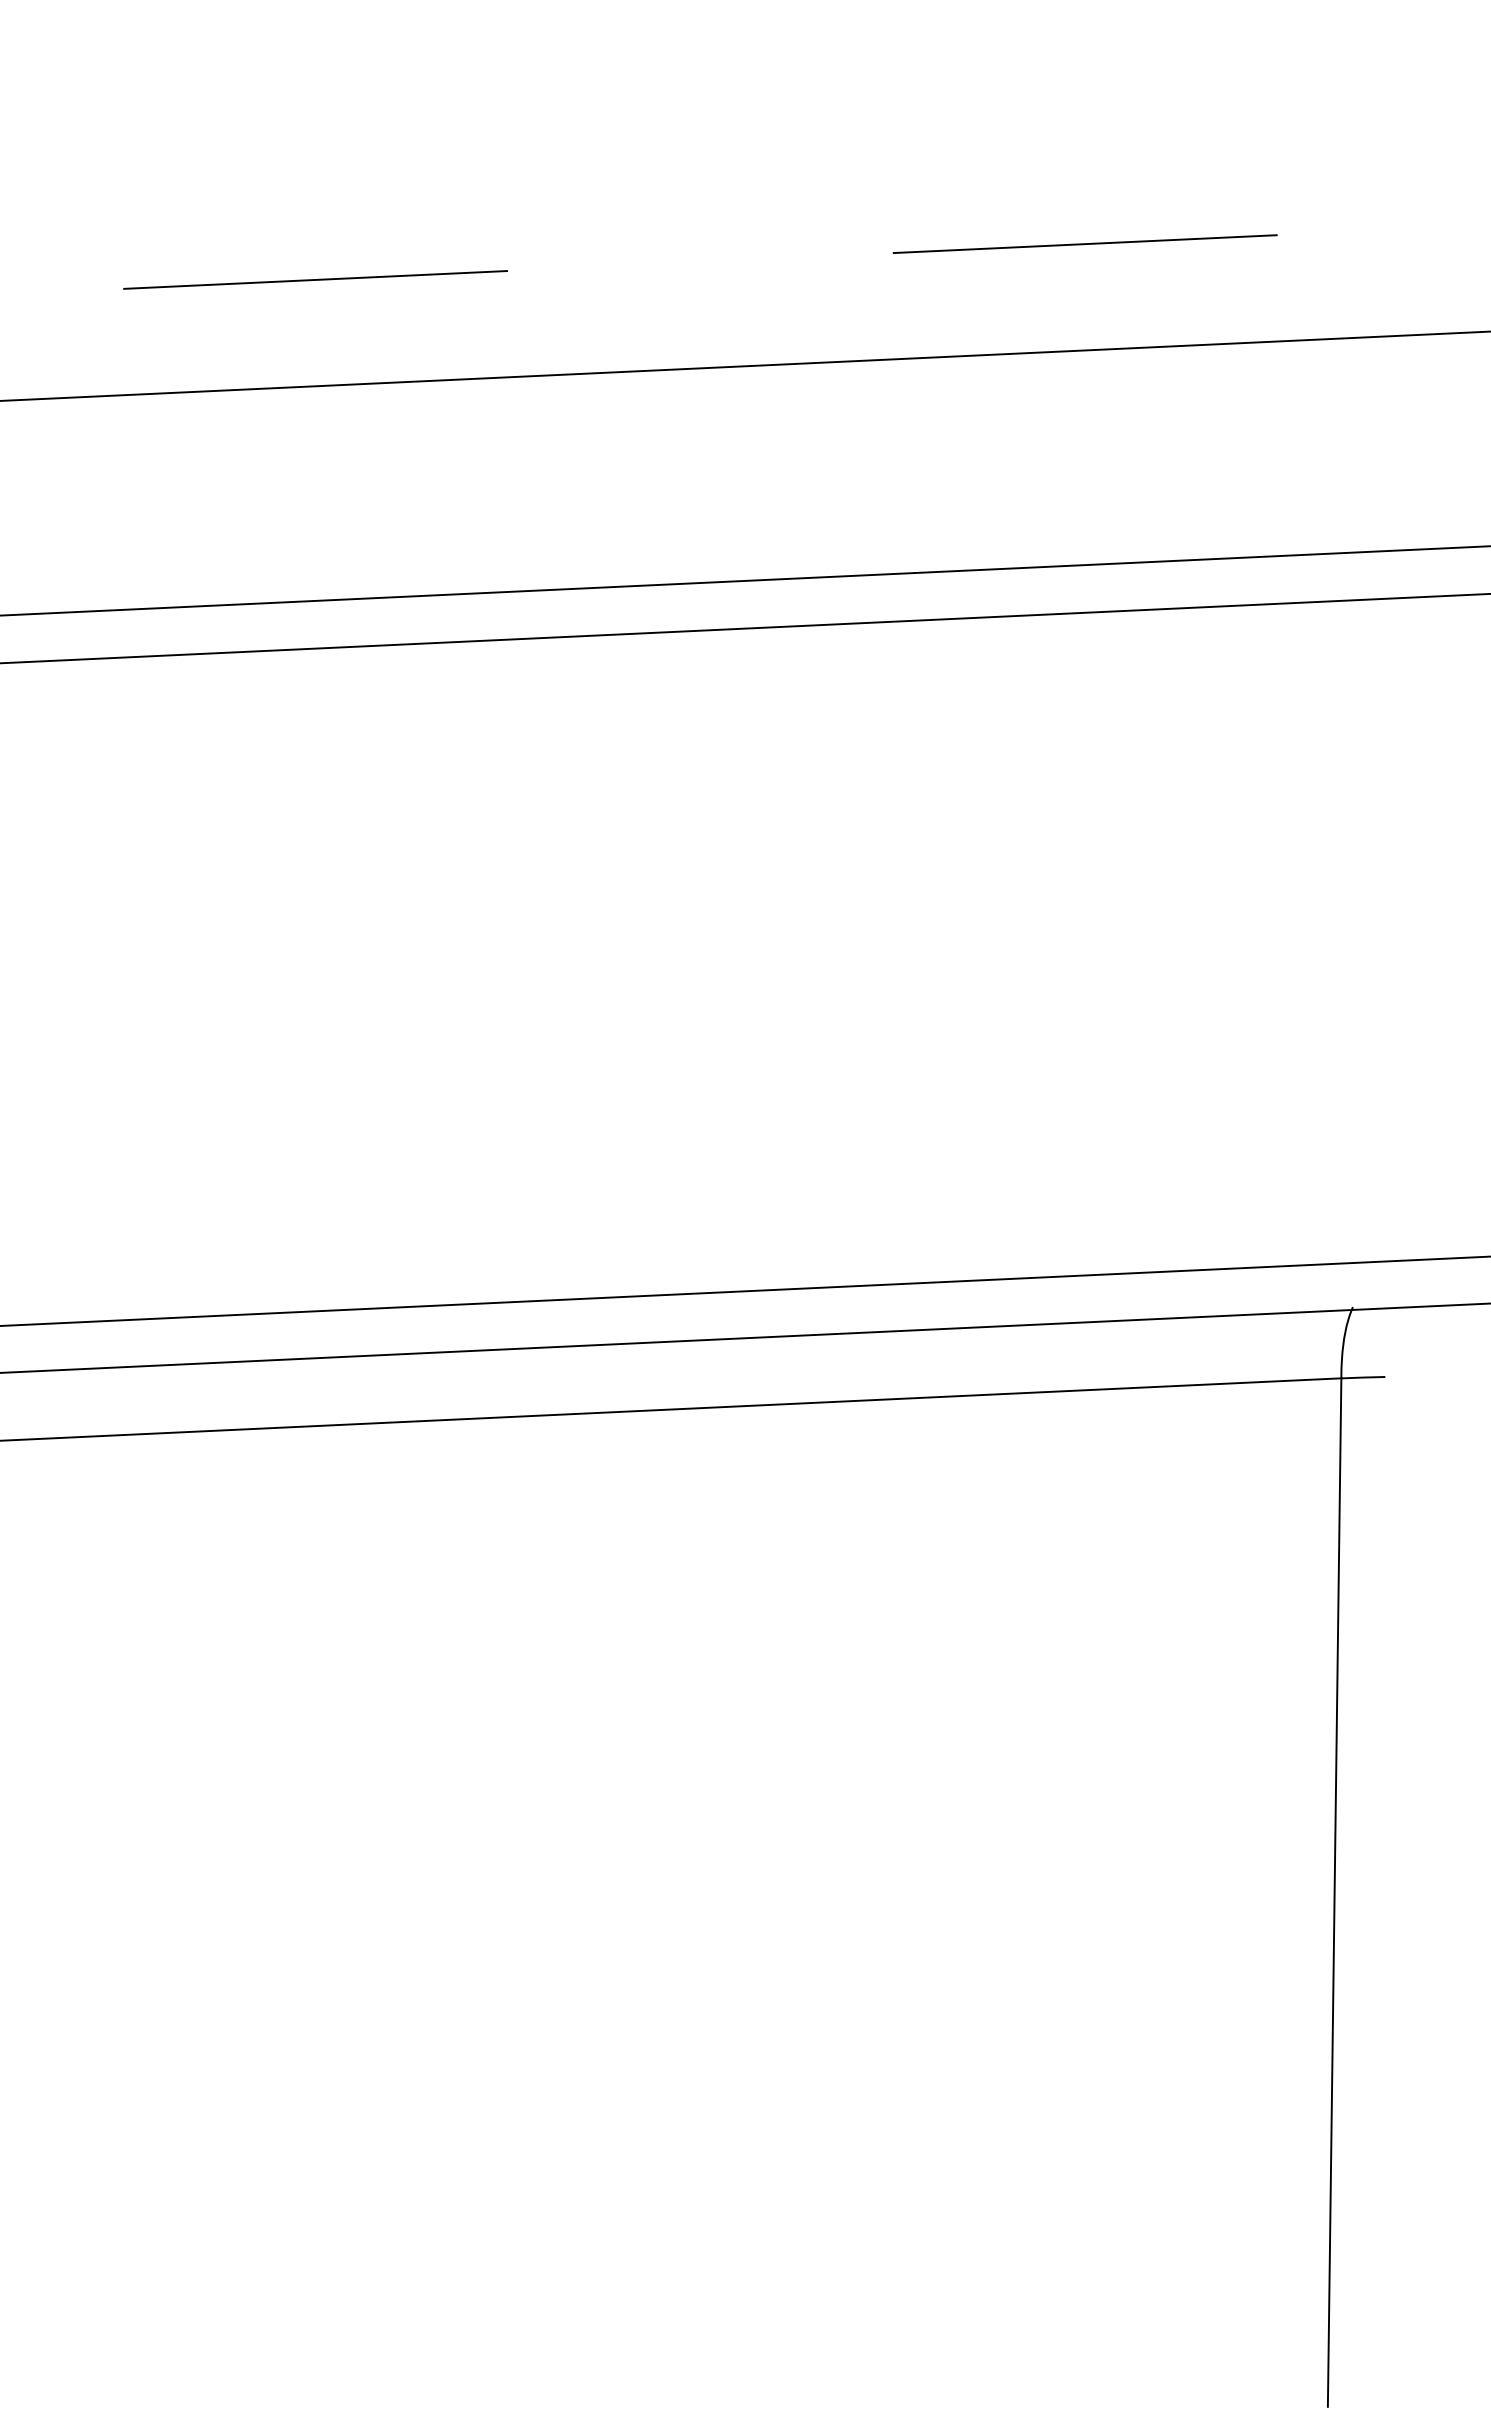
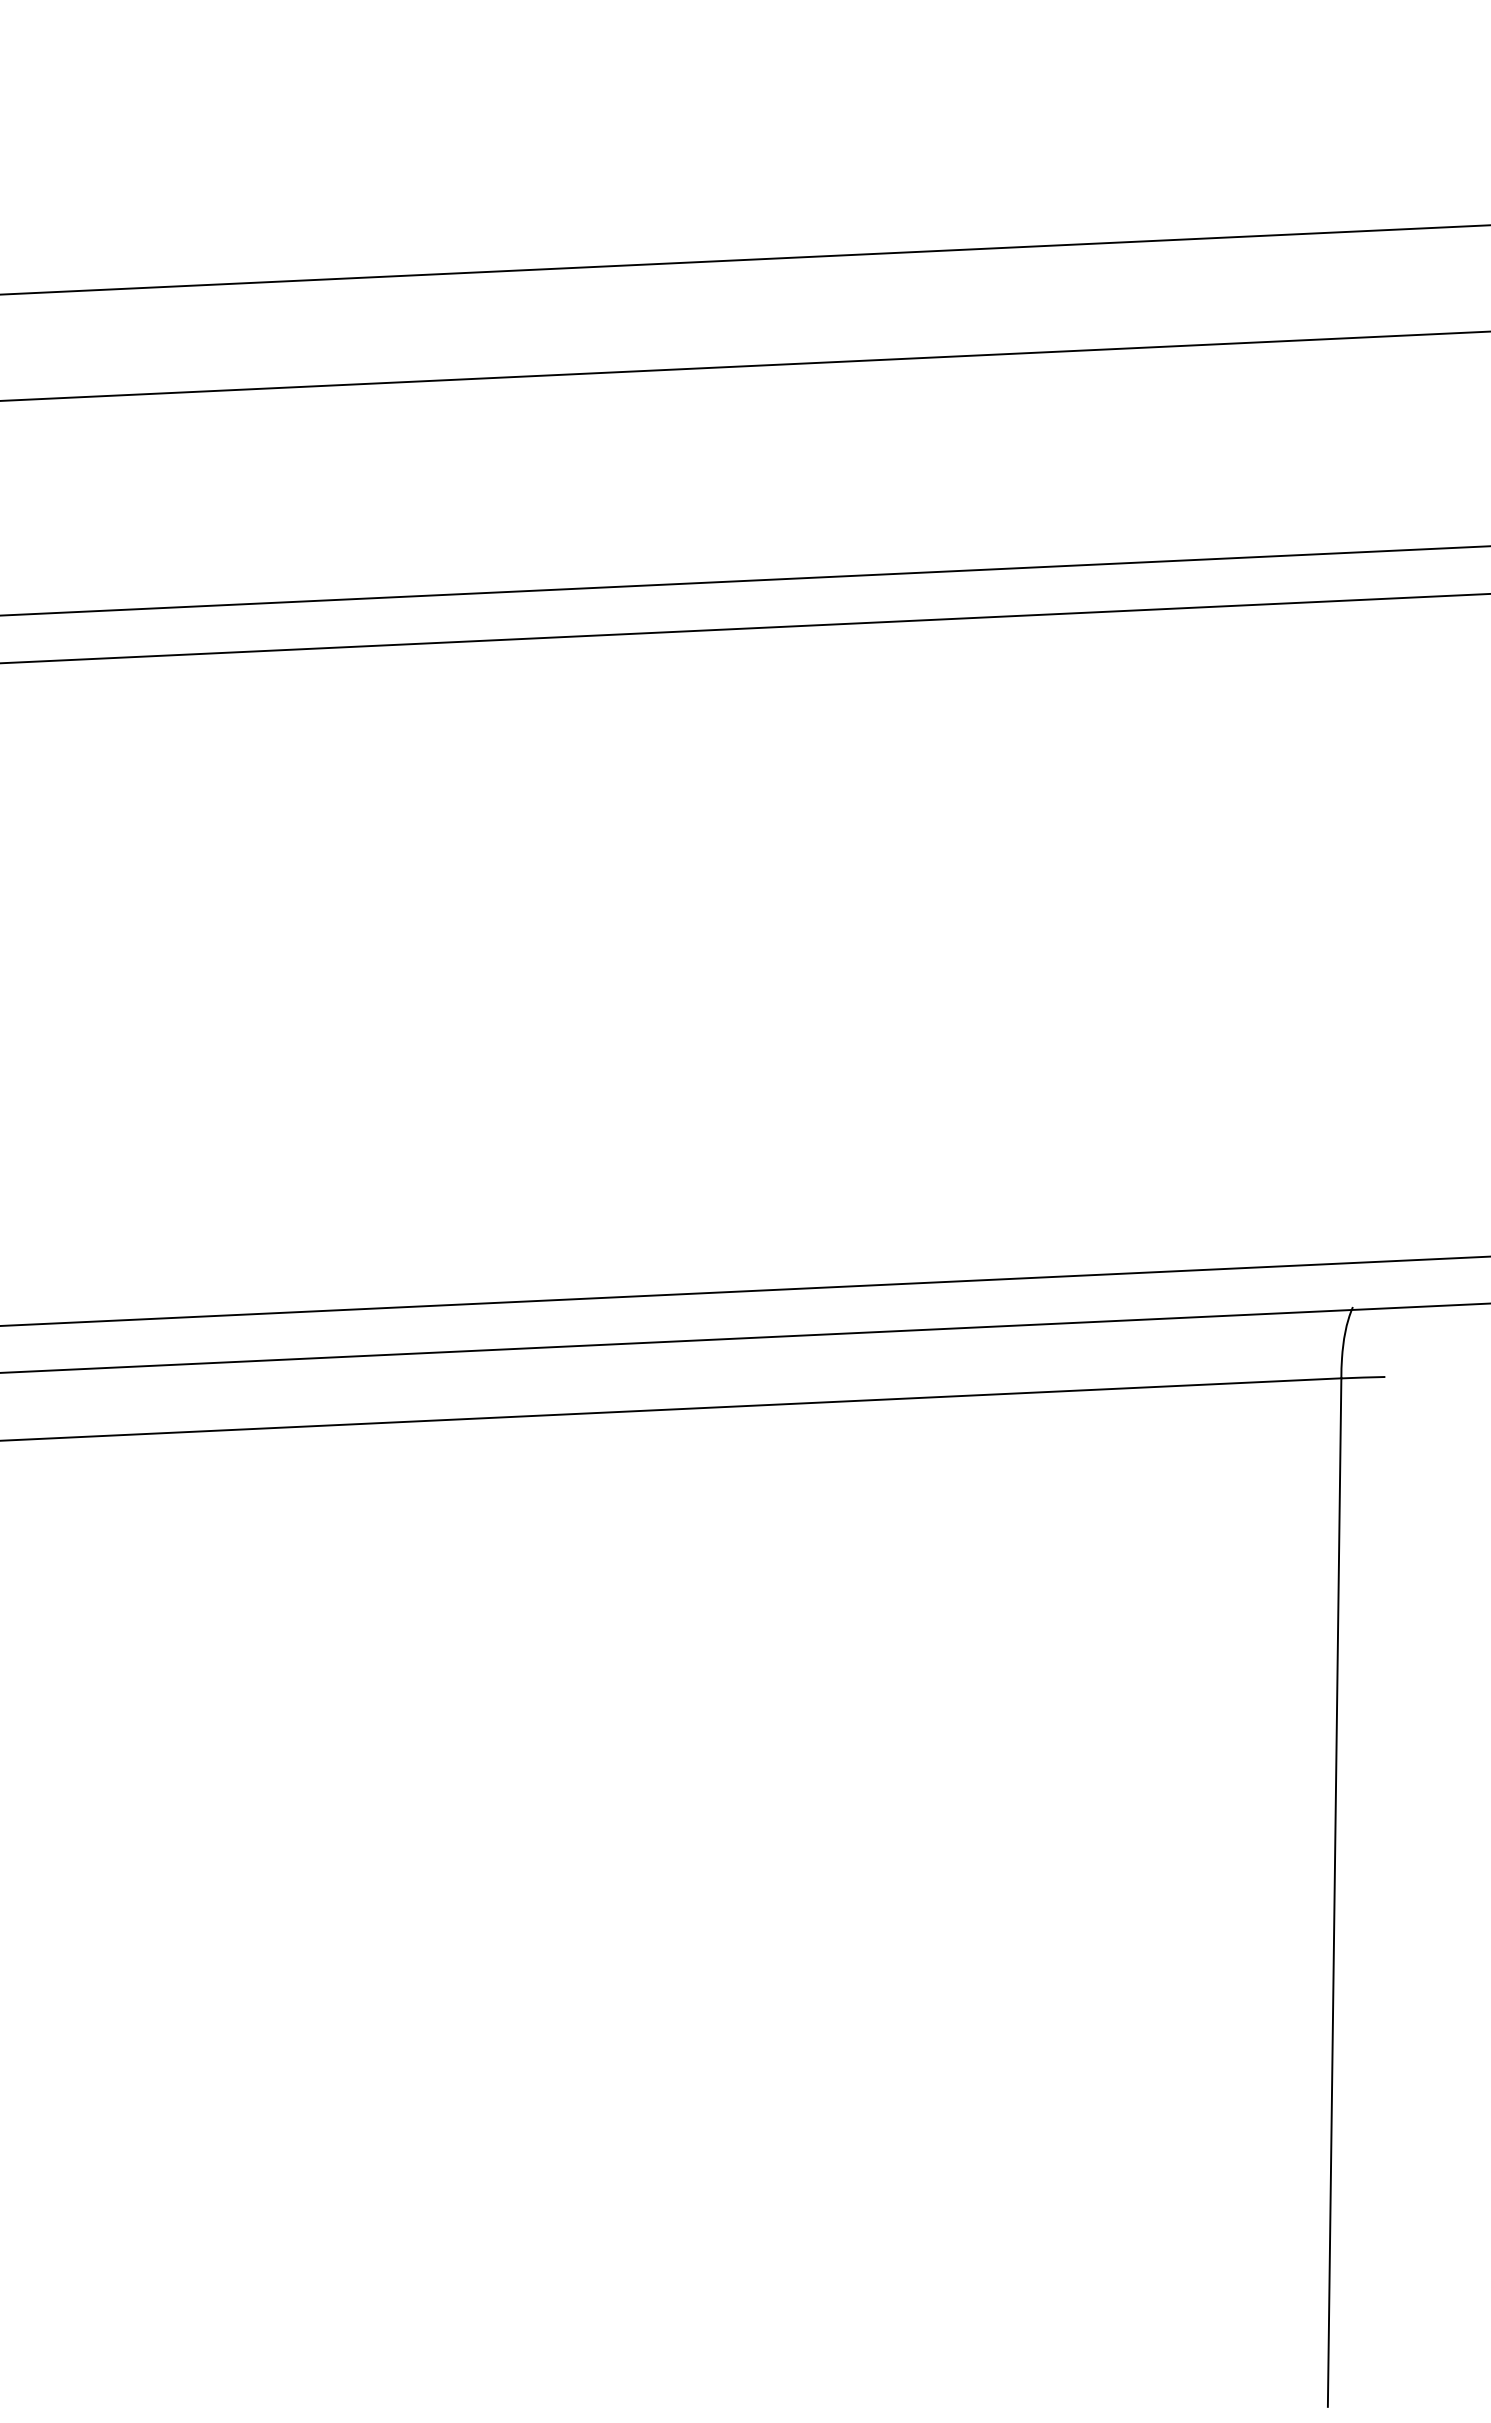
line at (745, 259): dashed -> solid
